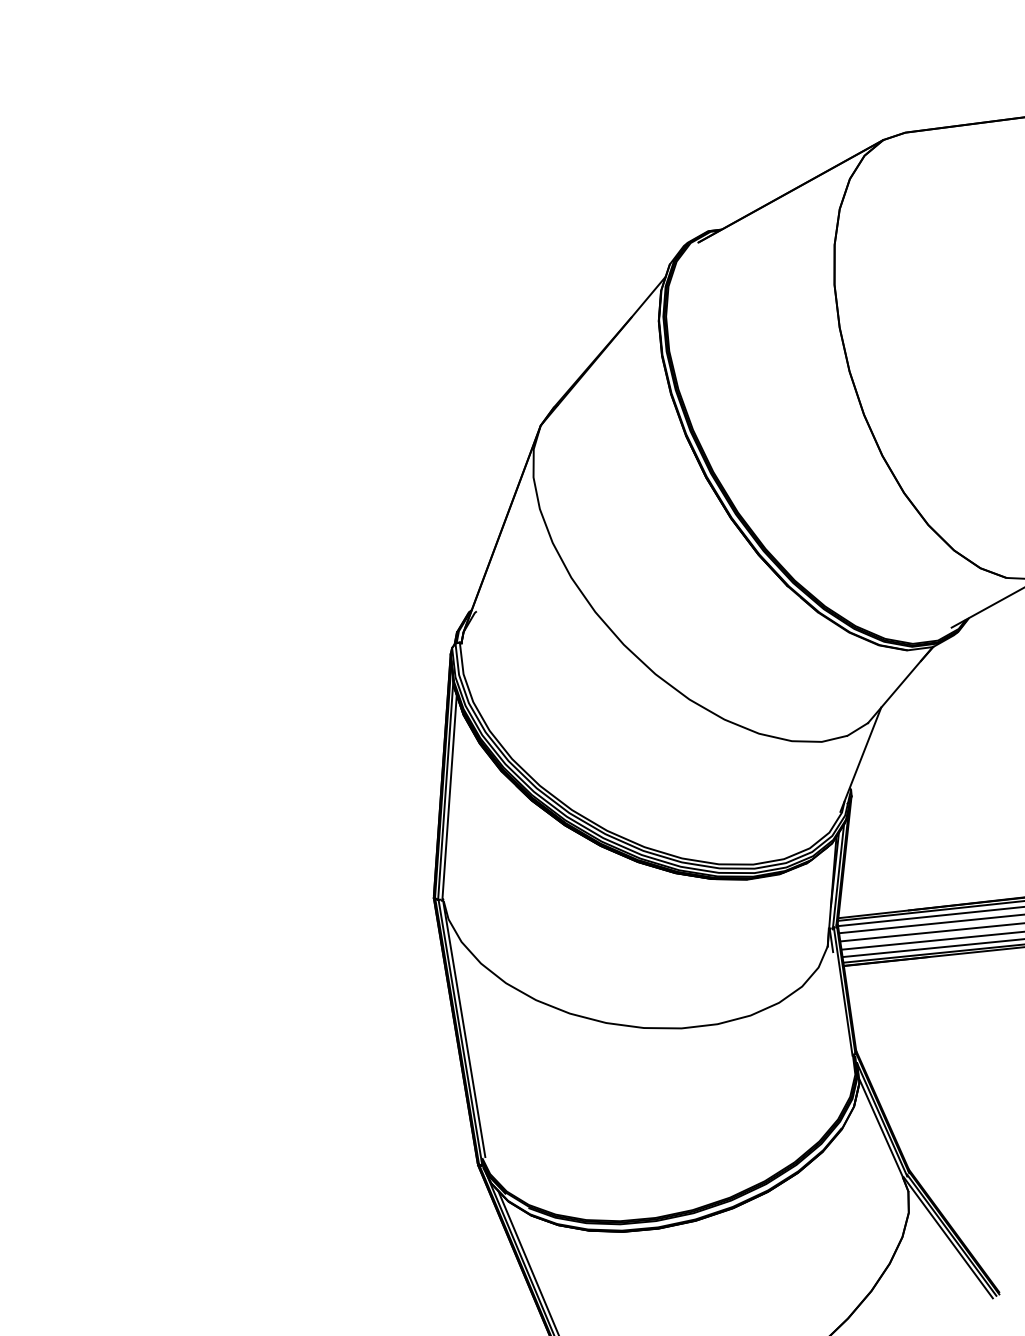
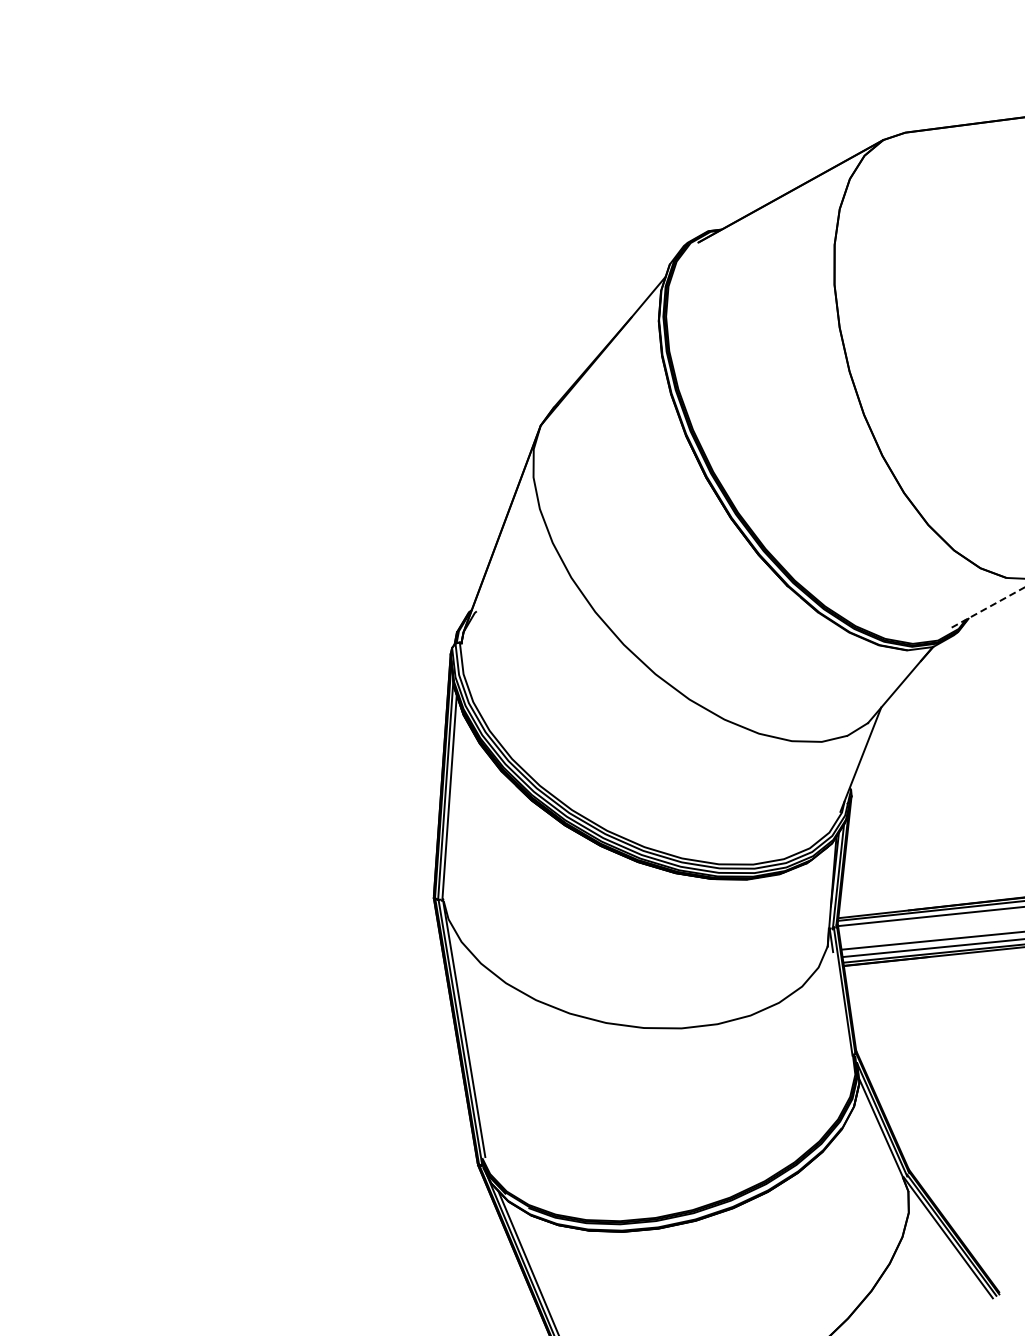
line at (988, 607): solid -> dashed
line at (930, 923): present -> none
line at (930, 932): present -> none
